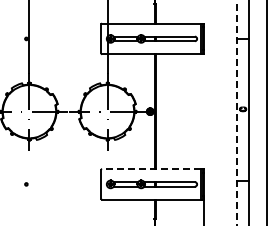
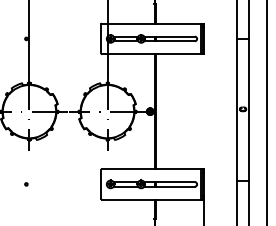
line at (236, 112): dashed -> solid
line at (151, 169): dashed -> solid
